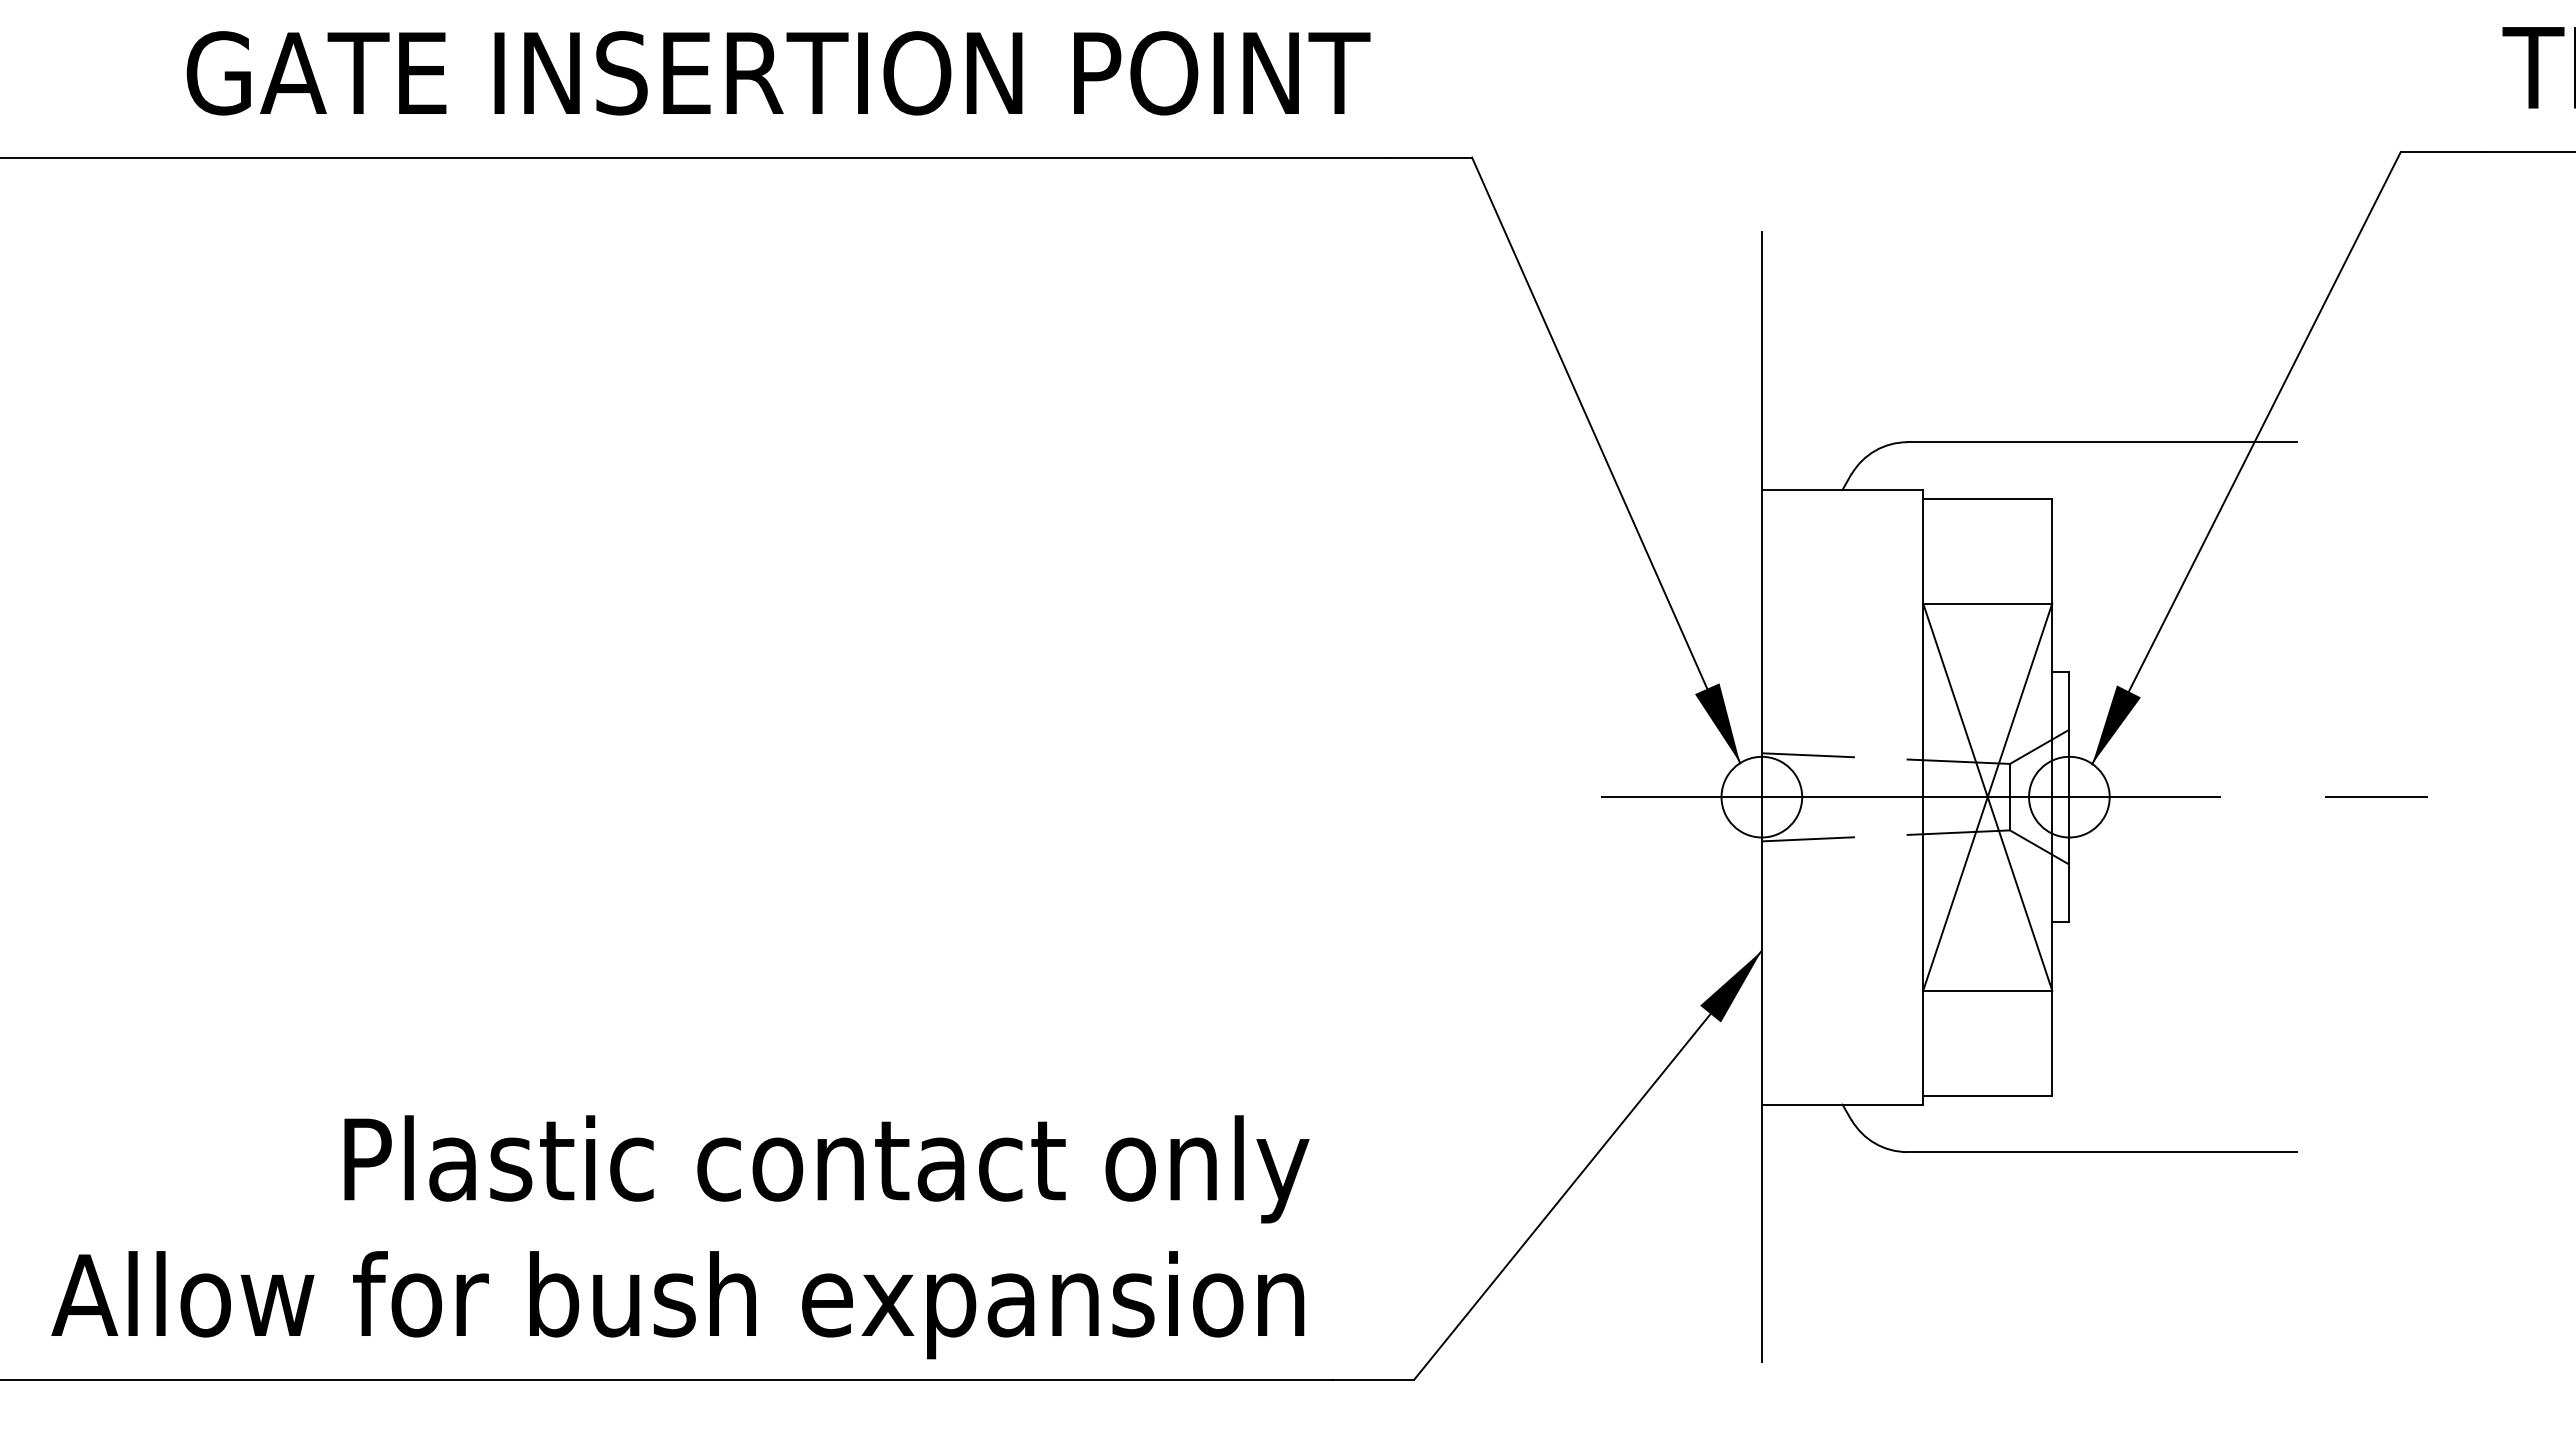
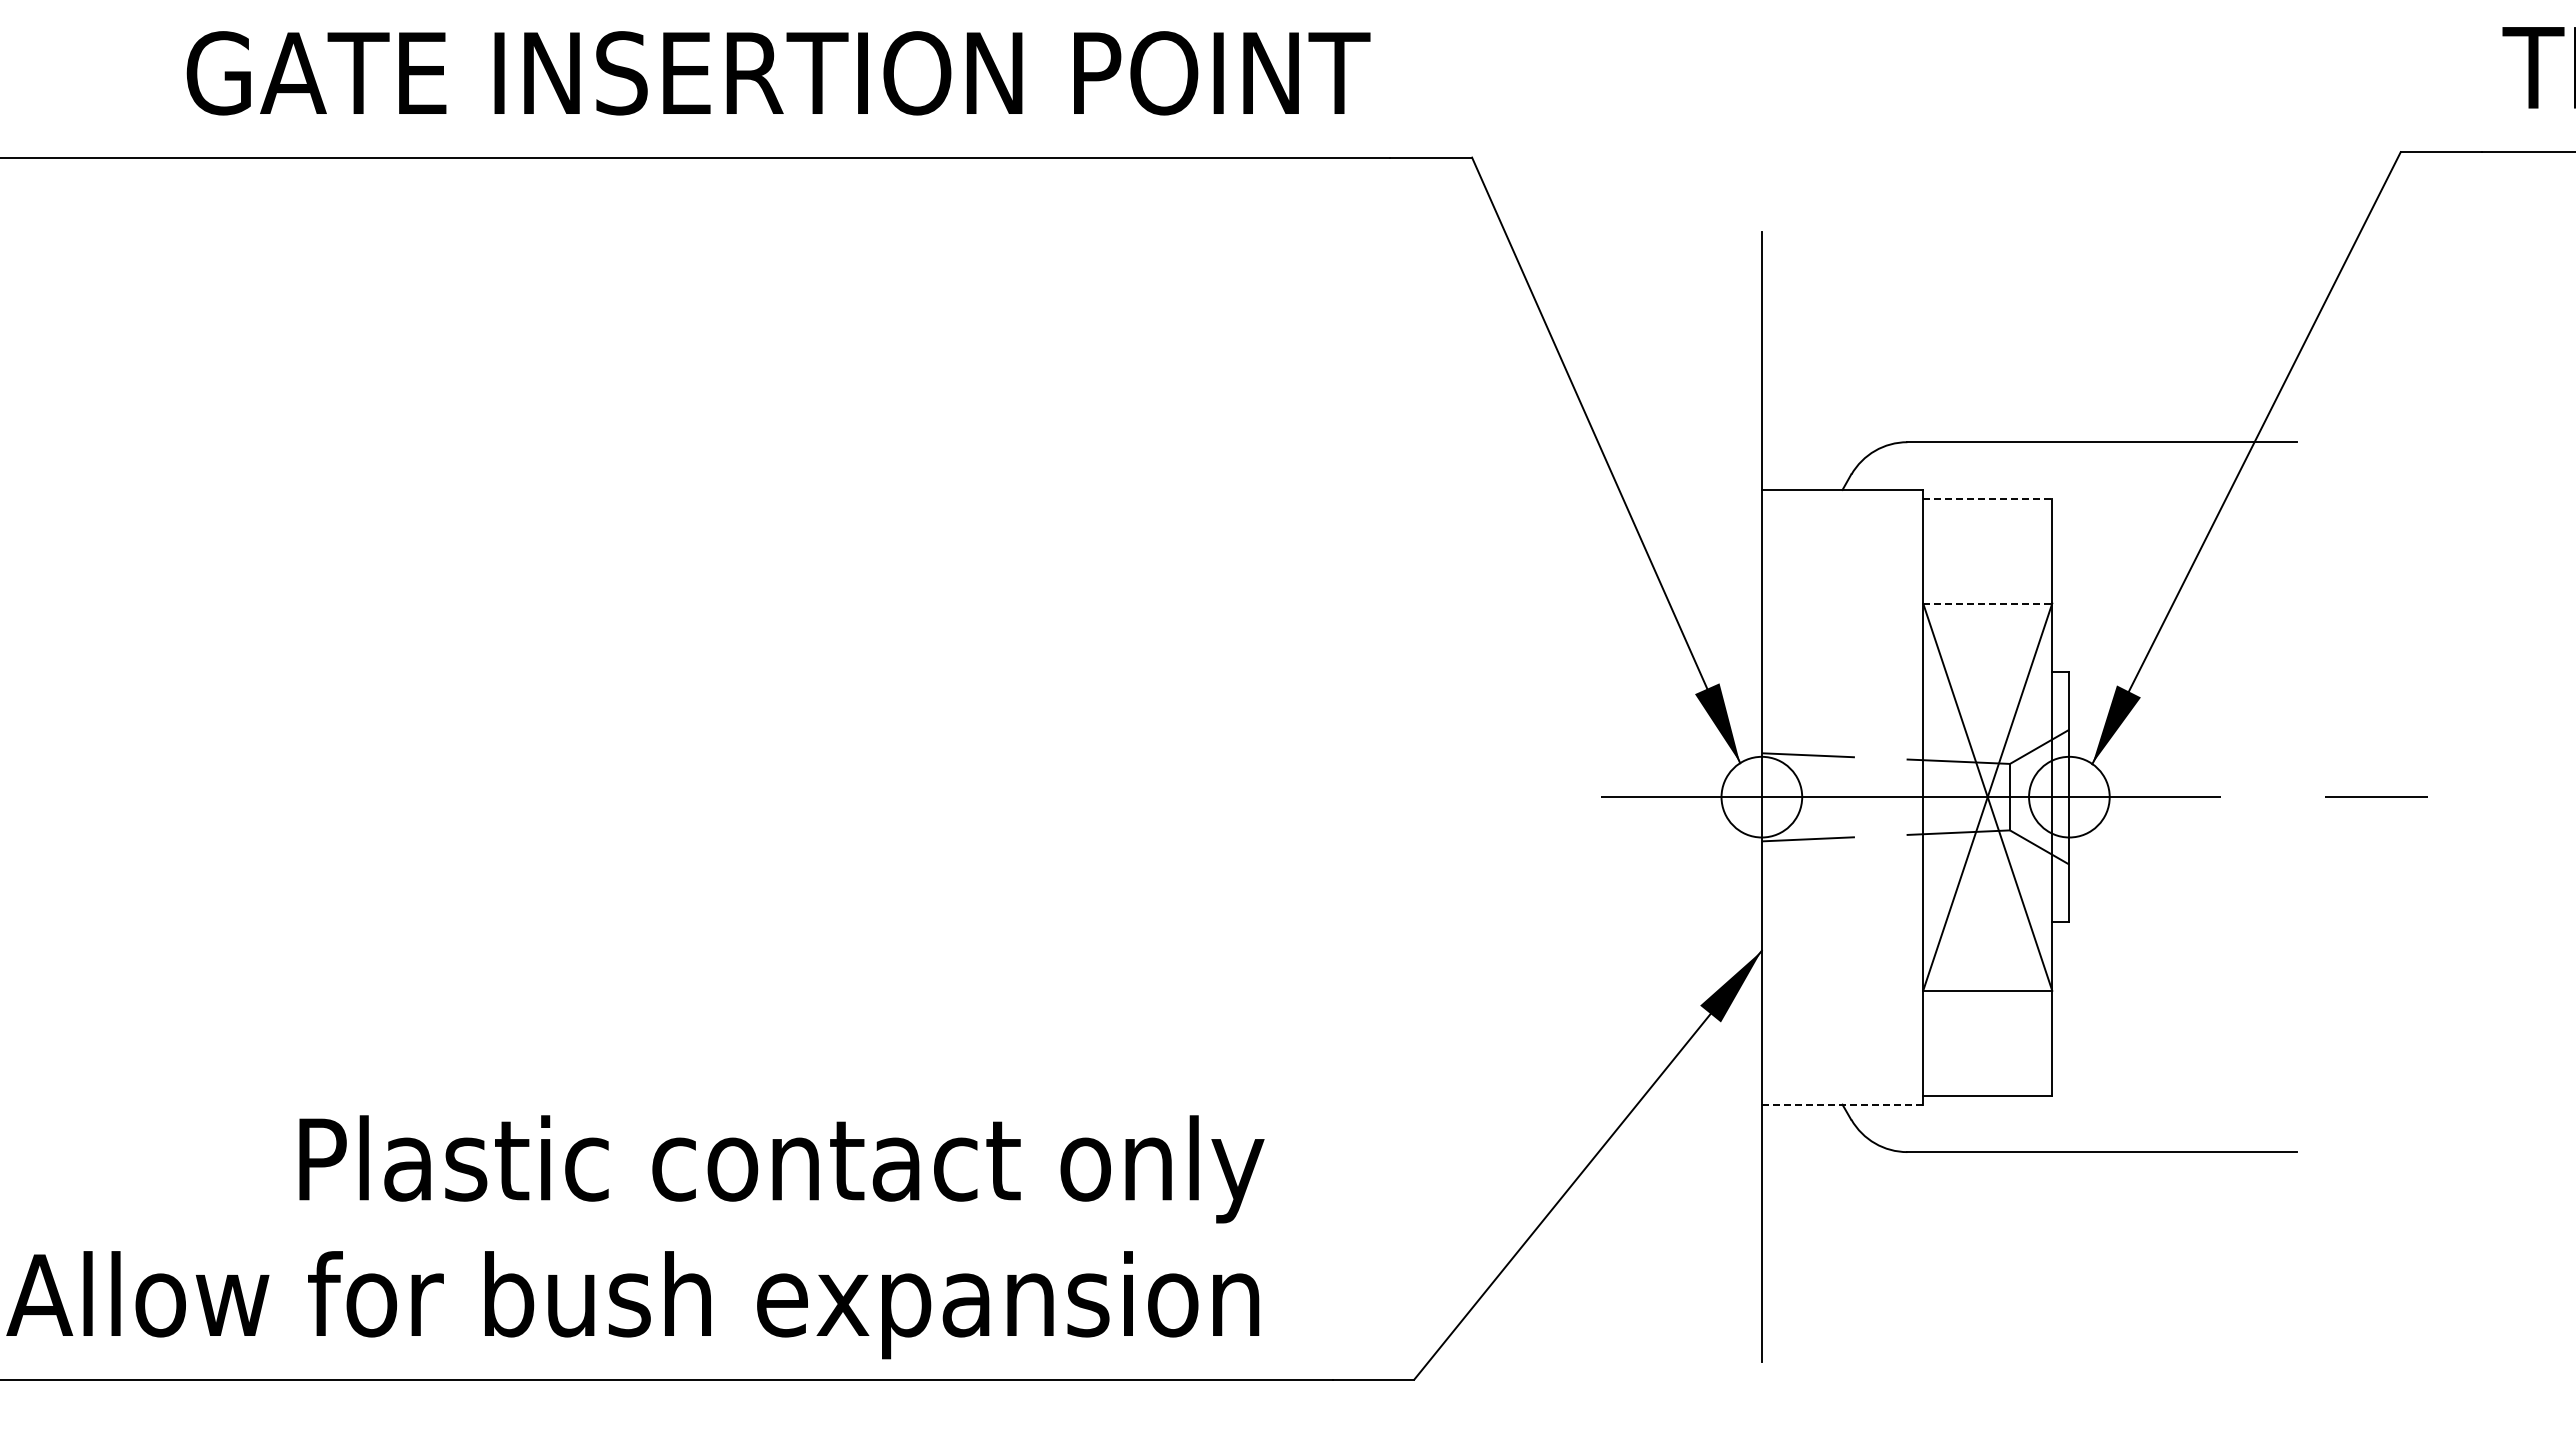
line at (1987, 498): solid -> dashed
line at (1987, 603): solid -> dashed
line at (1842, 1104): solid -> dashed
text at (680, 1237) position: (680, 1237) -> (635, 1237)
